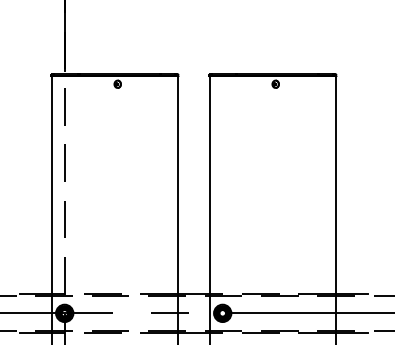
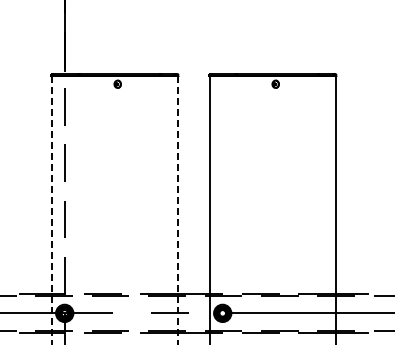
line at (51, 210): solid -> dashed
line at (178, 210): solid -> dashed
